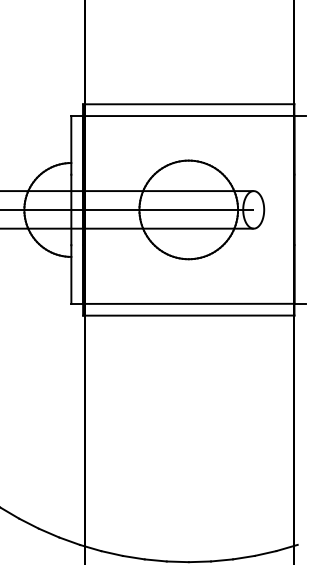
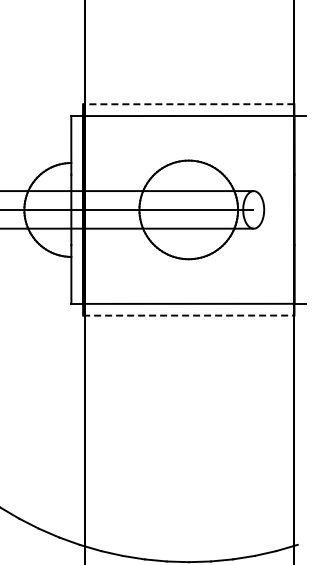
line at (188, 104): solid -> dashed
line at (188, 315): solid -> dashed
